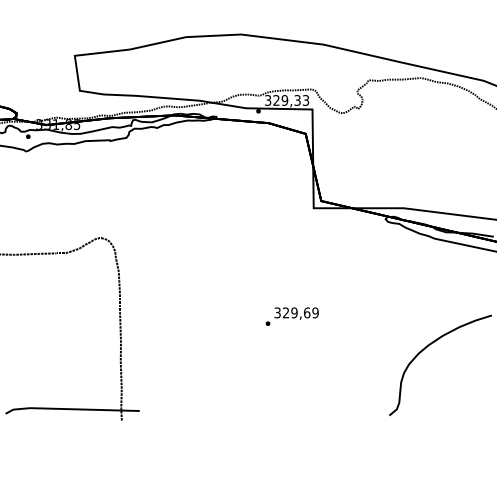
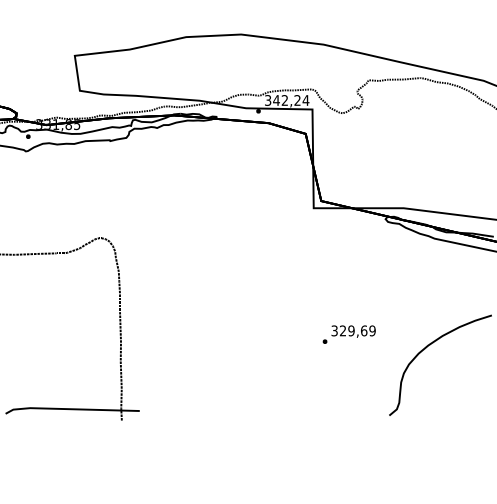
text at (291, 100): 329,33 -> 342,24
text at (291, 316) position: (291, 316) -> (348, 334)
